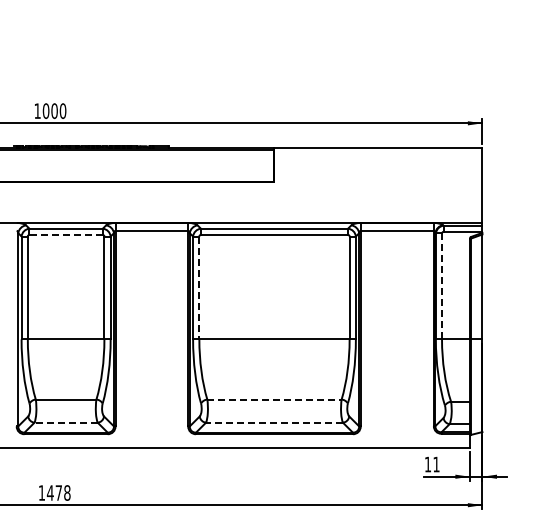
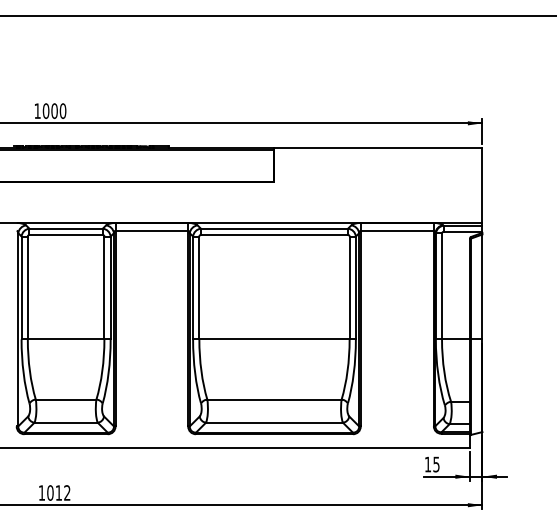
line at (277, 15): none -> present
line at (66, 234): dashed -> solid
line at (442, 286): dashed -> solid
line at (199, 288): dashed -> solid
line at (274, 399): dashed -> solid
line at (66, 422): dashed -> solid
line at (274, 422): dashed -> solid
text at (436, 464): 11 -> 15
text at (58, 492): 1478 -> 1012
